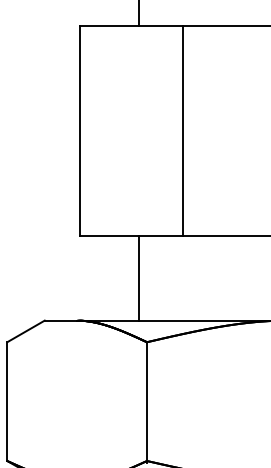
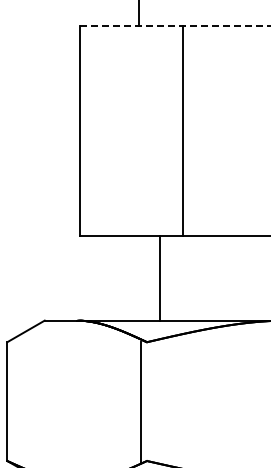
line at (175, 26): solid -> dashed
line at (138, 278) position: (138, 278) -> (159, 278)
line at (147, 402) position: (147, 402) -> (141, 402)
